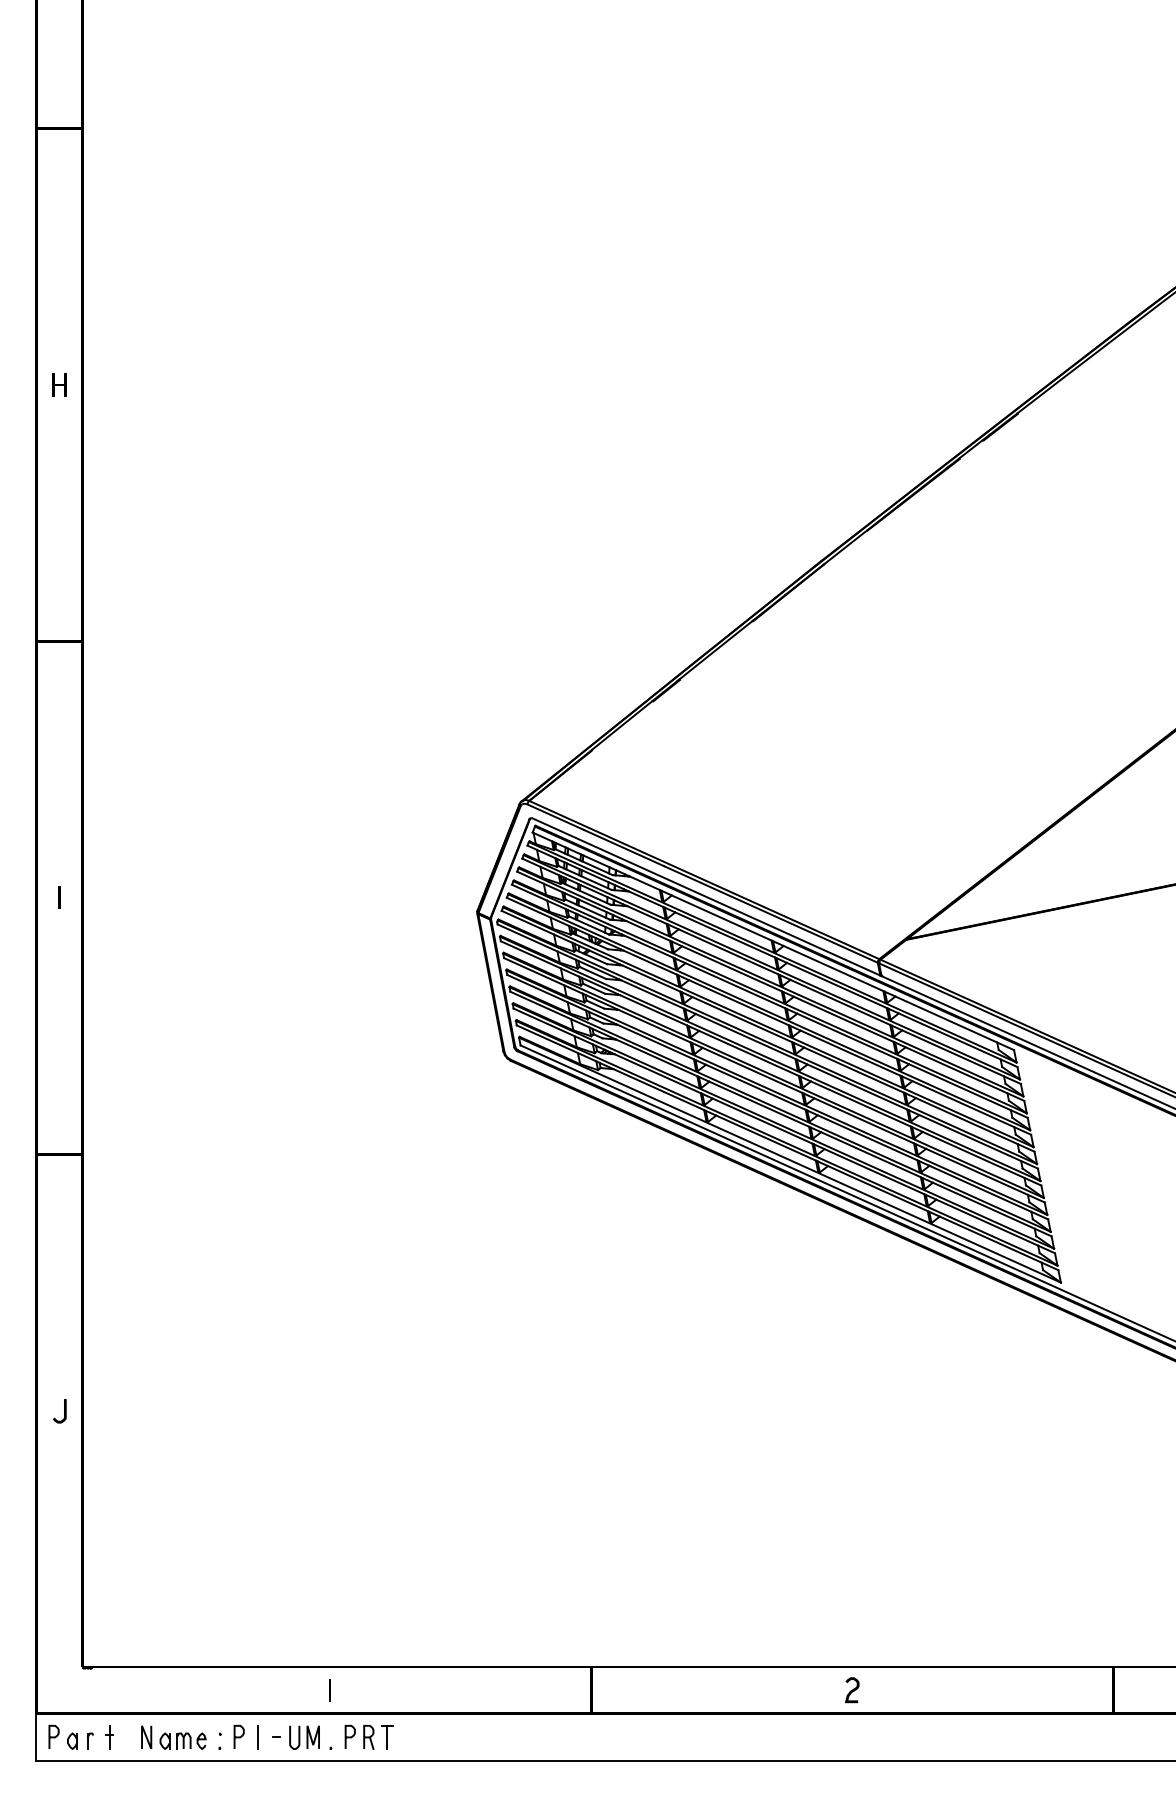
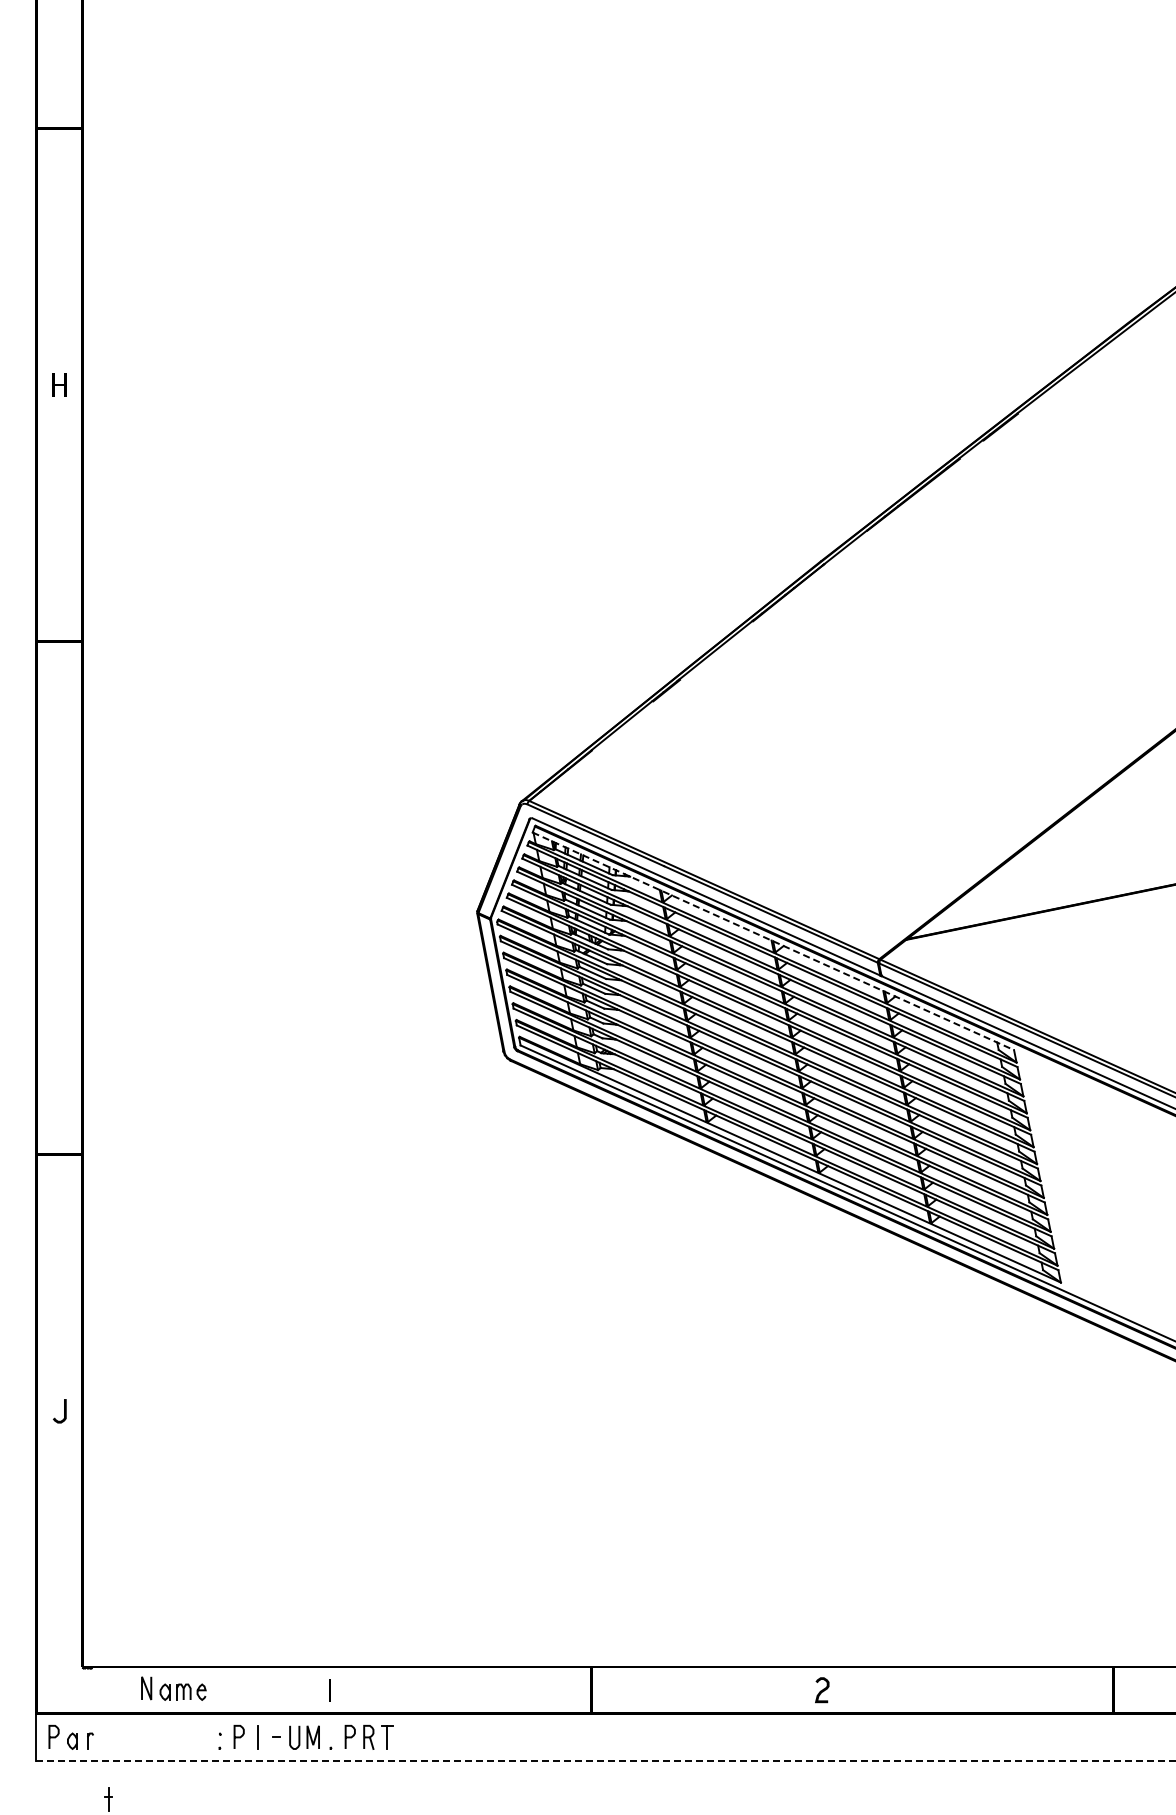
line at (59, 897): present -> none
line at (773, 941): solid -> dashed
curve at (852, 1690) position: (852, 1690) -> (822, 1690)
part at (109, 1737) position: (109, 1737) -> (108, 1799)
part at (173, 1737) position: (173, 1737) -> (173, 1688)
line at (605, 1760): solid -> dashed
